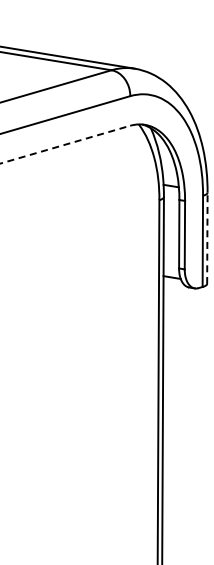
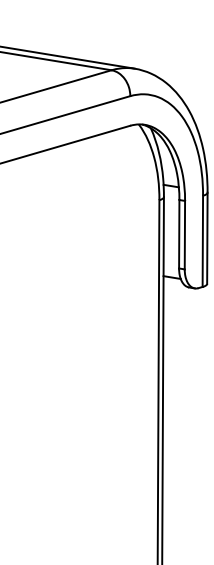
line at (65, 144): dashed -> solid
line at (207, 238): dashed -> solid
